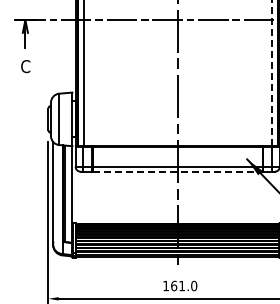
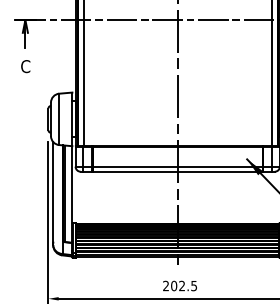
line at (271, 73): dashed -> solid
line at (177, 171): dashed -> solid
text at (180, 285): 161.0 -> 202.5
